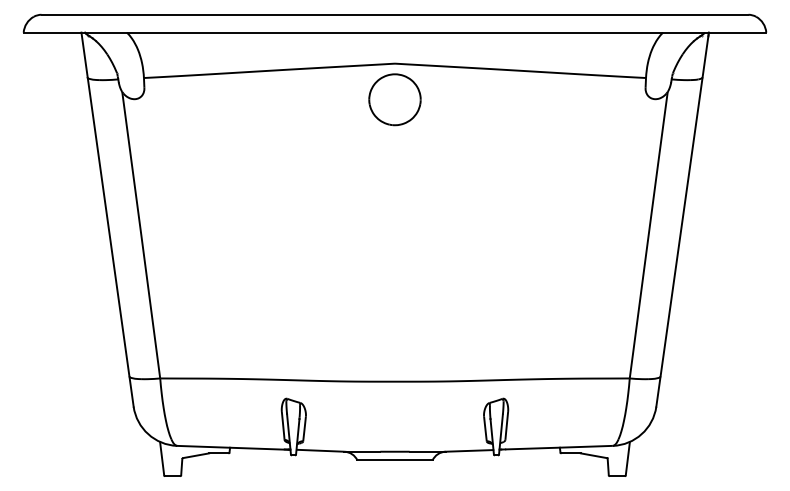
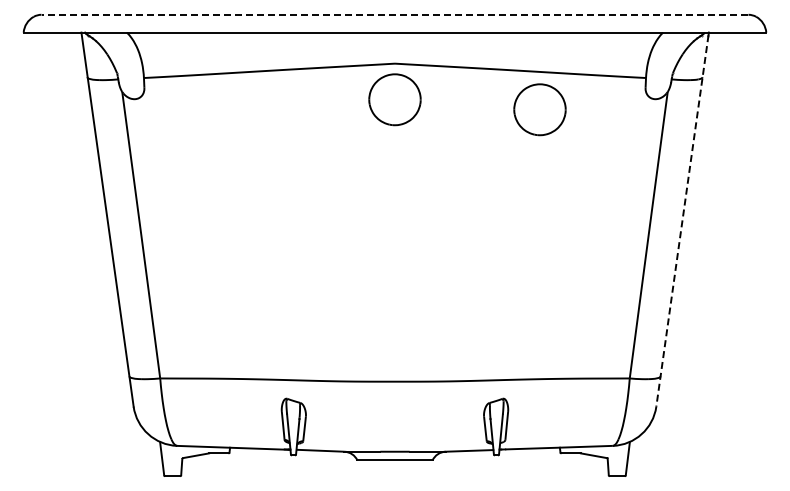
line at (394, 14): solid -> dashed
part at (539, 109): none -> present
line at (682, 220): solid -> dashed
